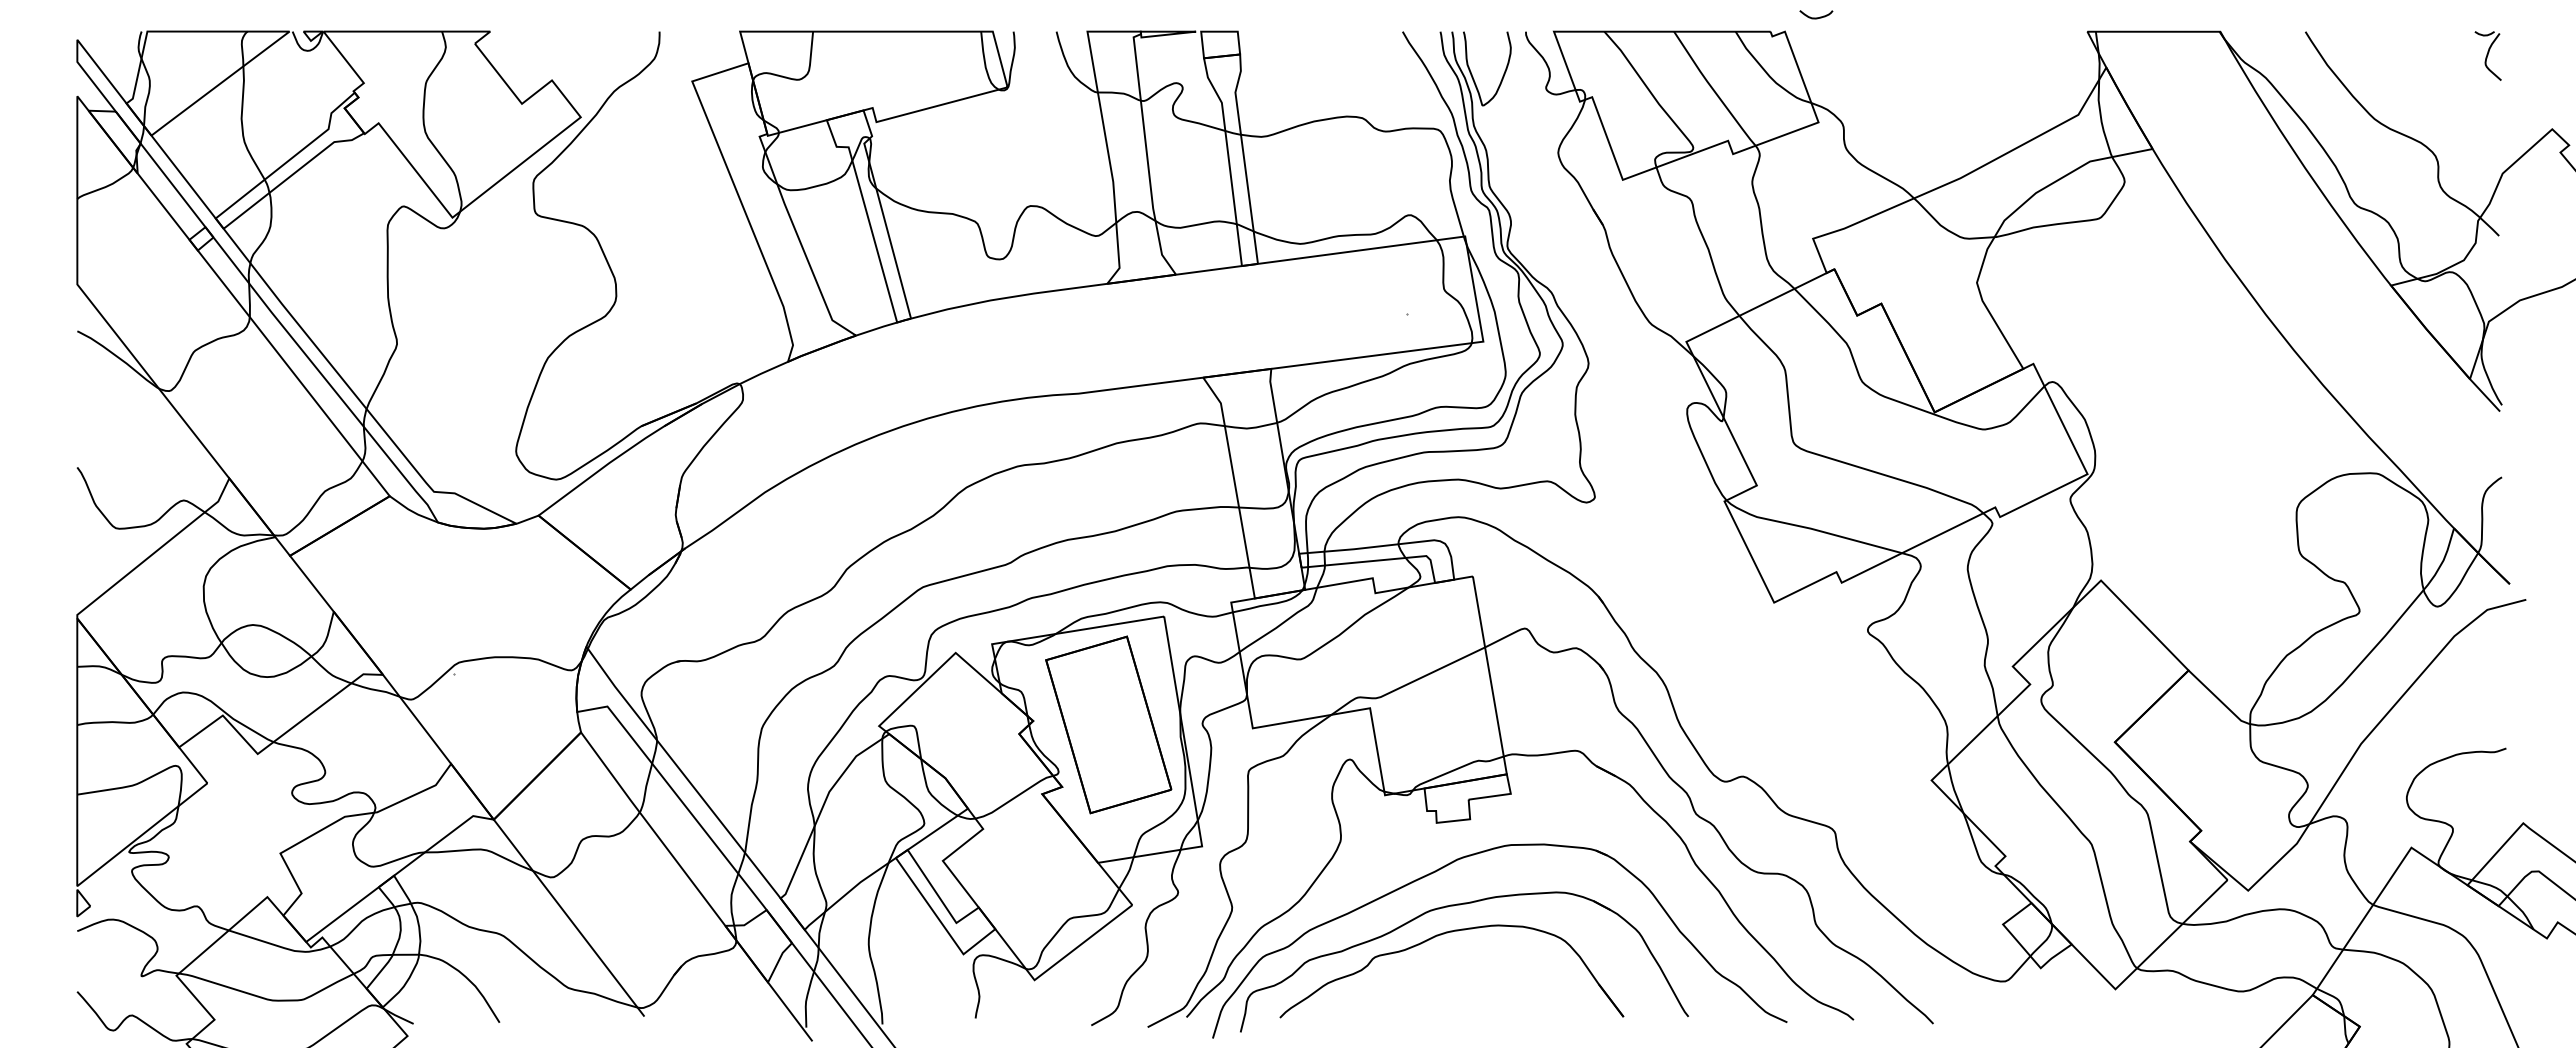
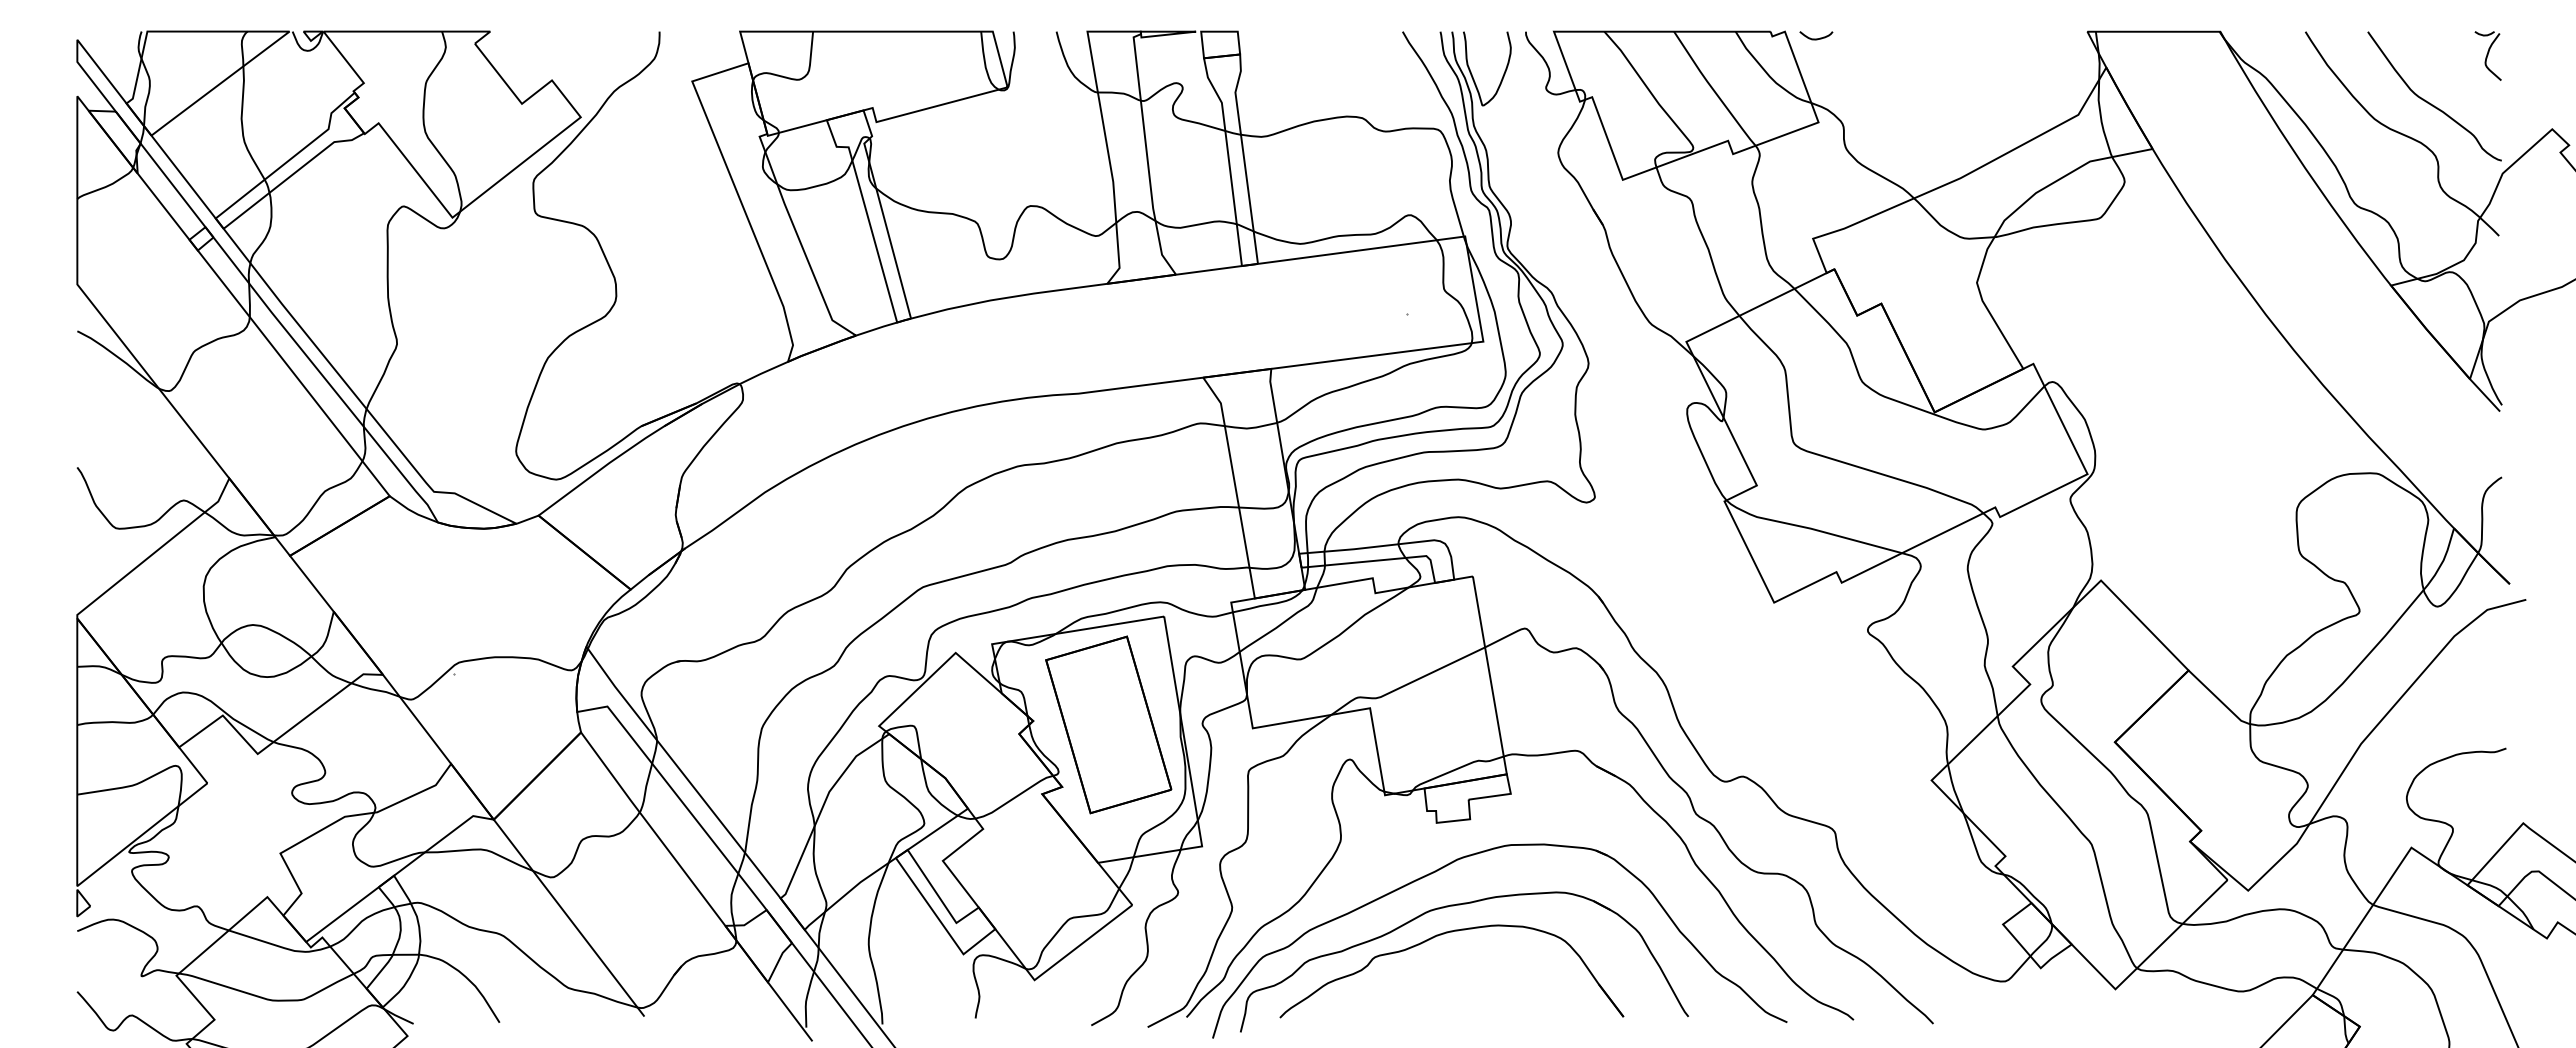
curve at (1816, 17) position: (1816, 17) -> (1816, 38)
curve at (2431, 103): none -> present
